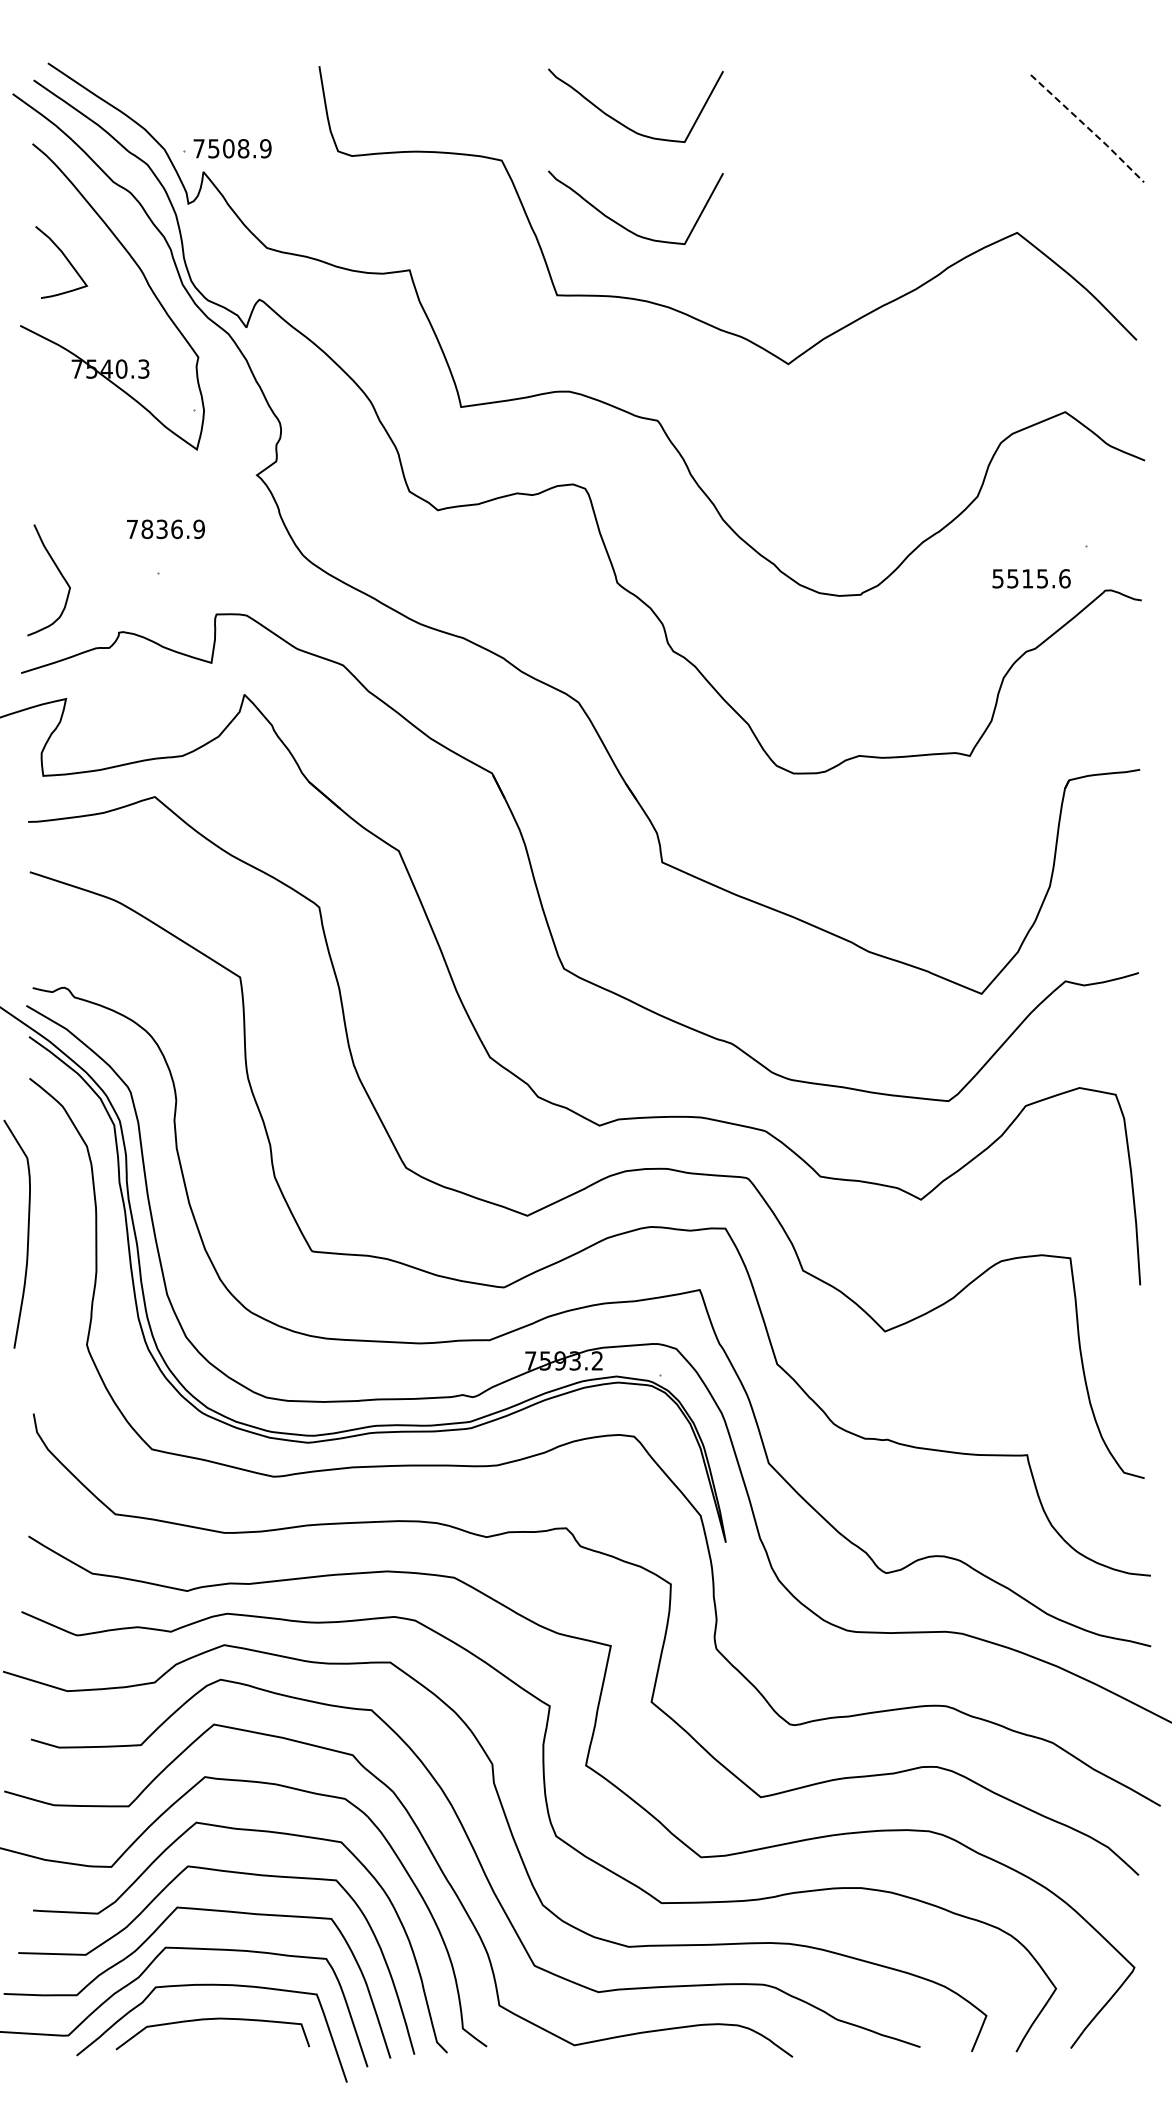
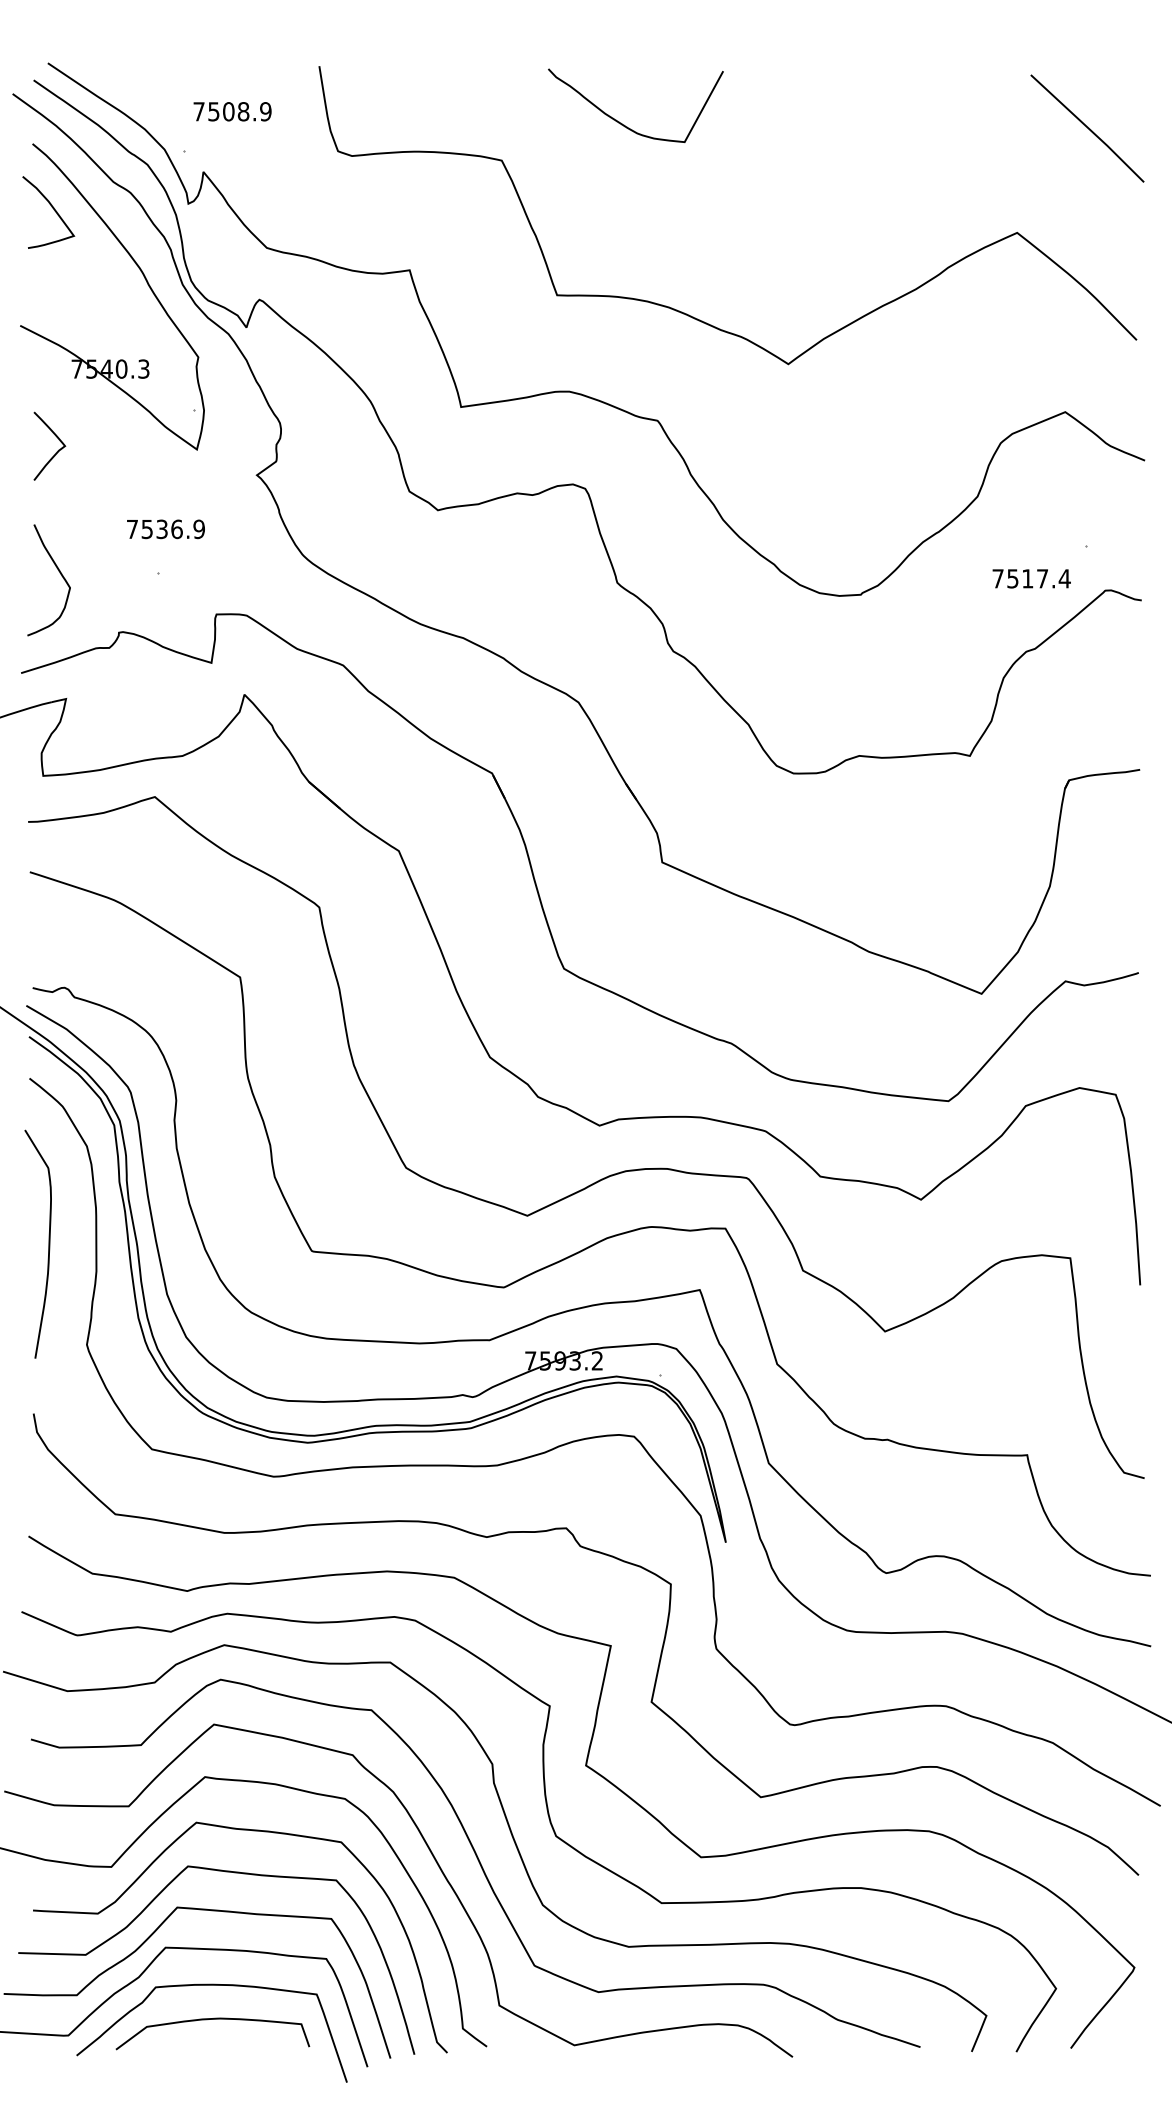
line at (1088, 128): dashed -> solid
text at (232, 148) position: (232, 148) -> (232, 111)
curve at (624, 226): present -> none
curve at (65, 258) position: (65, 258) -> (52, 208)
curve at (56, 451): none -> present
text at (147, 529): 7836.9 -> 7536.9
text at (1031, 578): 5515.6 -> 7517.4
curve at (27, 1233) position: (27, 1233) -> (48, 1243)
